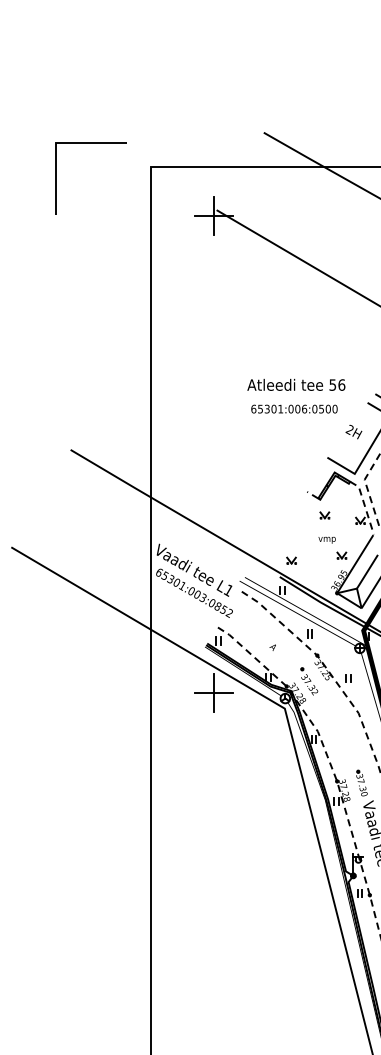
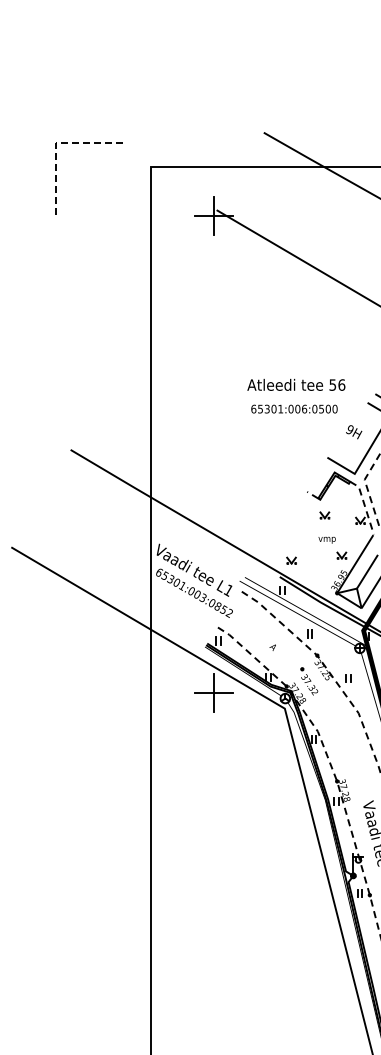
line at (55, 143): solid -> dashed
text at (349, 429): 2H -> 9H
part at (361, 782): present -> none
